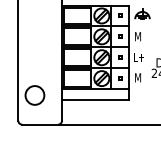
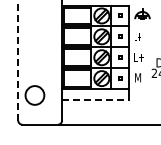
text at (137, 36): M -> L+
line at (18, 60): solid -> dashed
line at (95, 99): solid -> dashed
